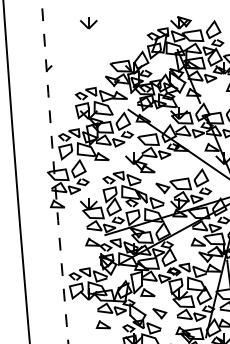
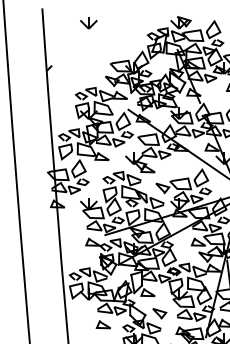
arc at (54, 177): dashed -> solid
